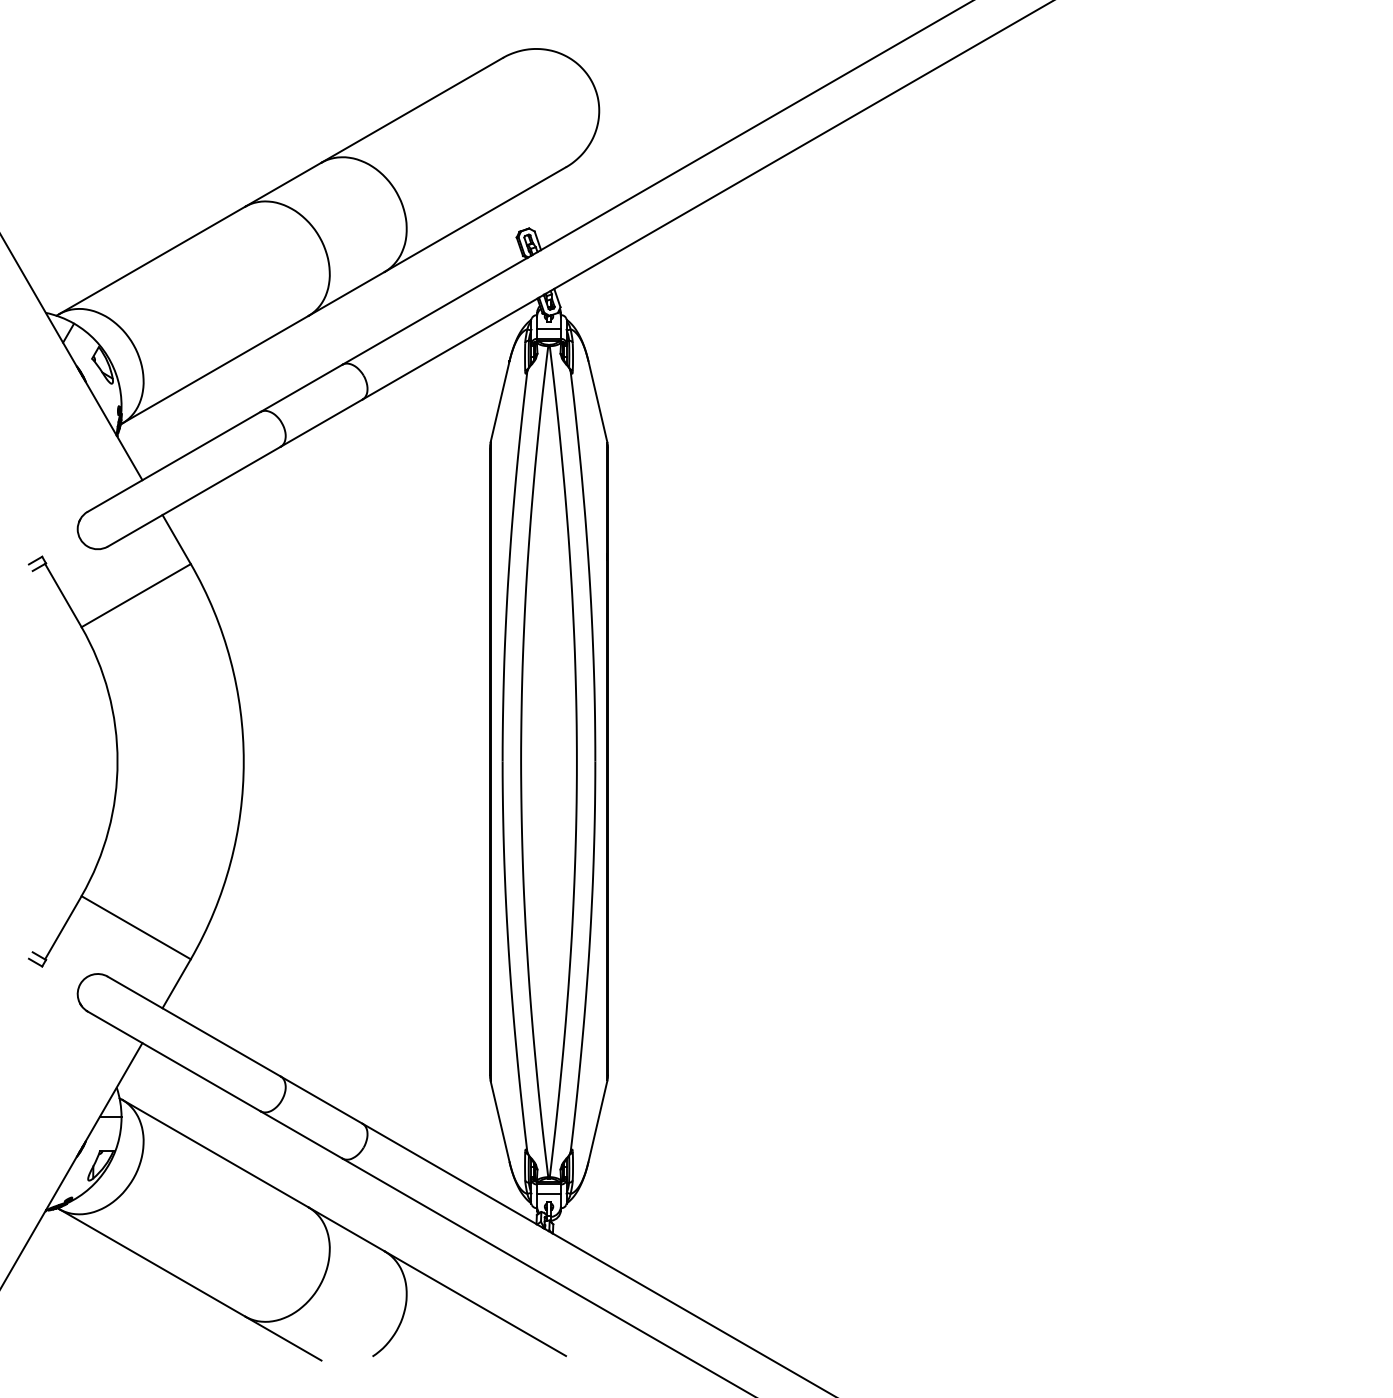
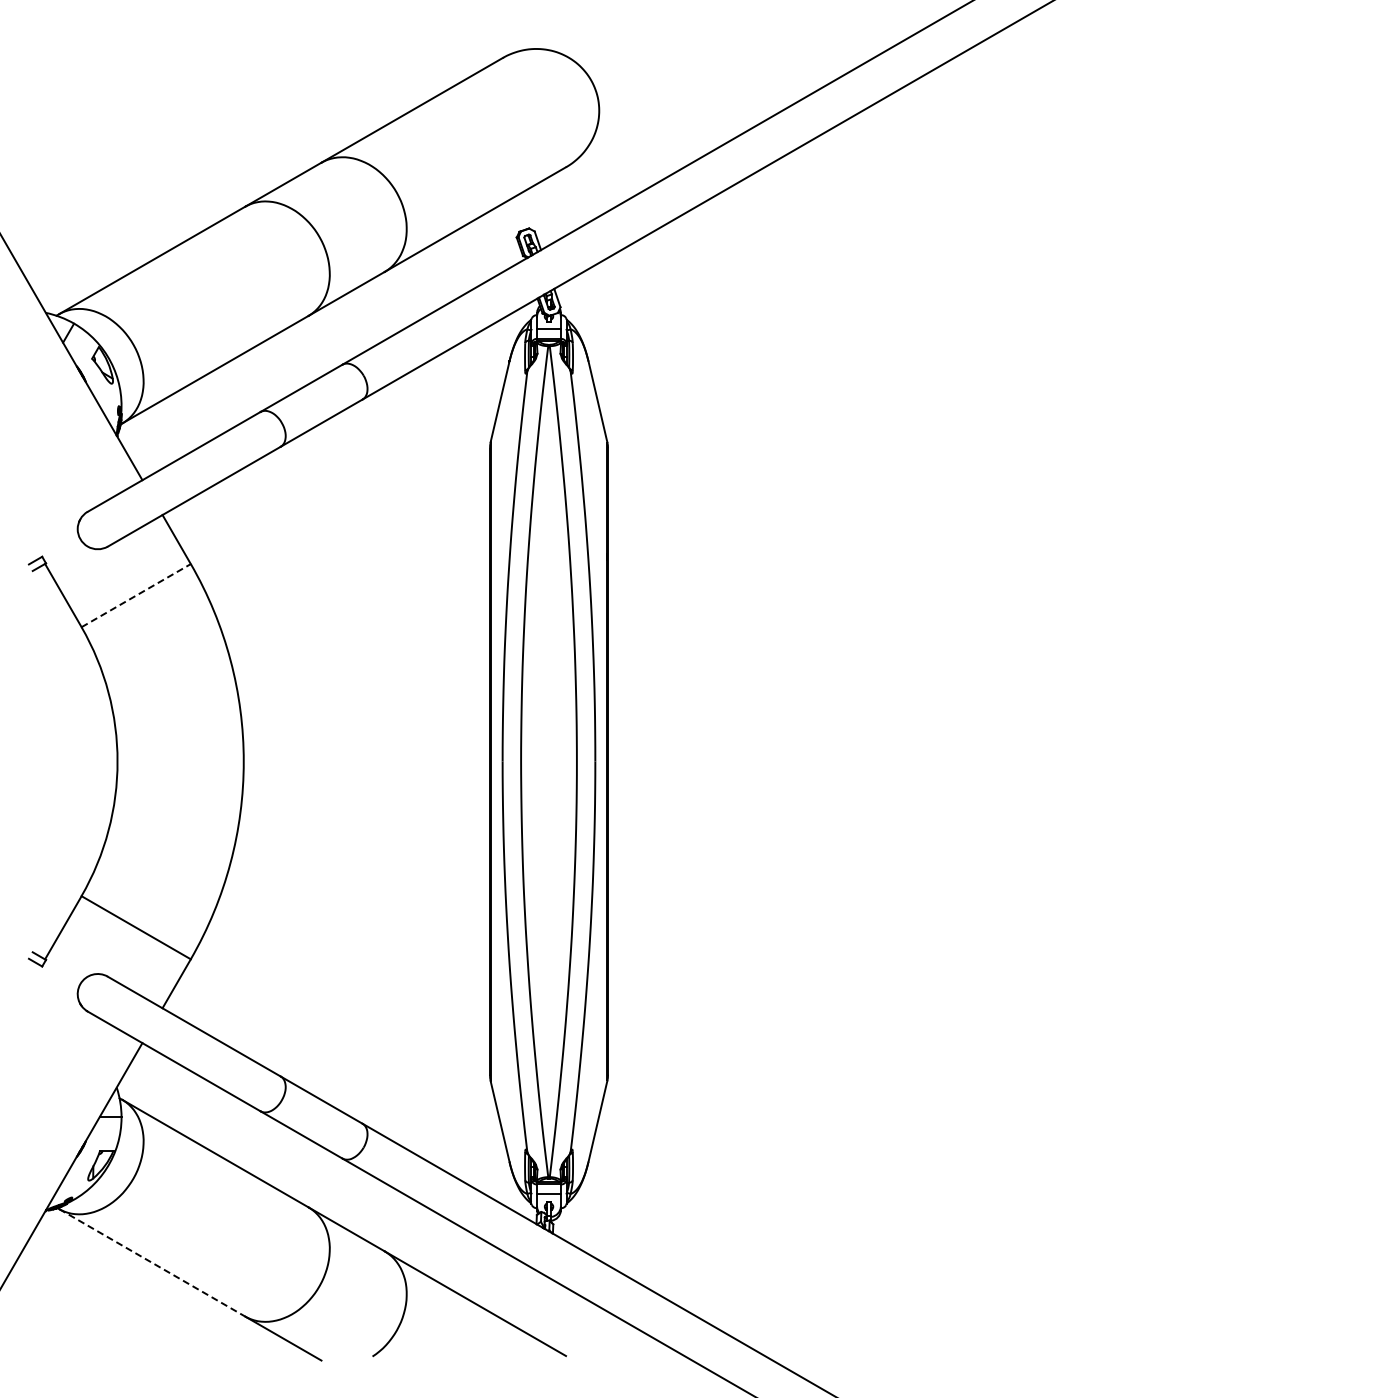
line at (136, 595): solid -> dashed
line at (152, 1263): solid -> dashed
